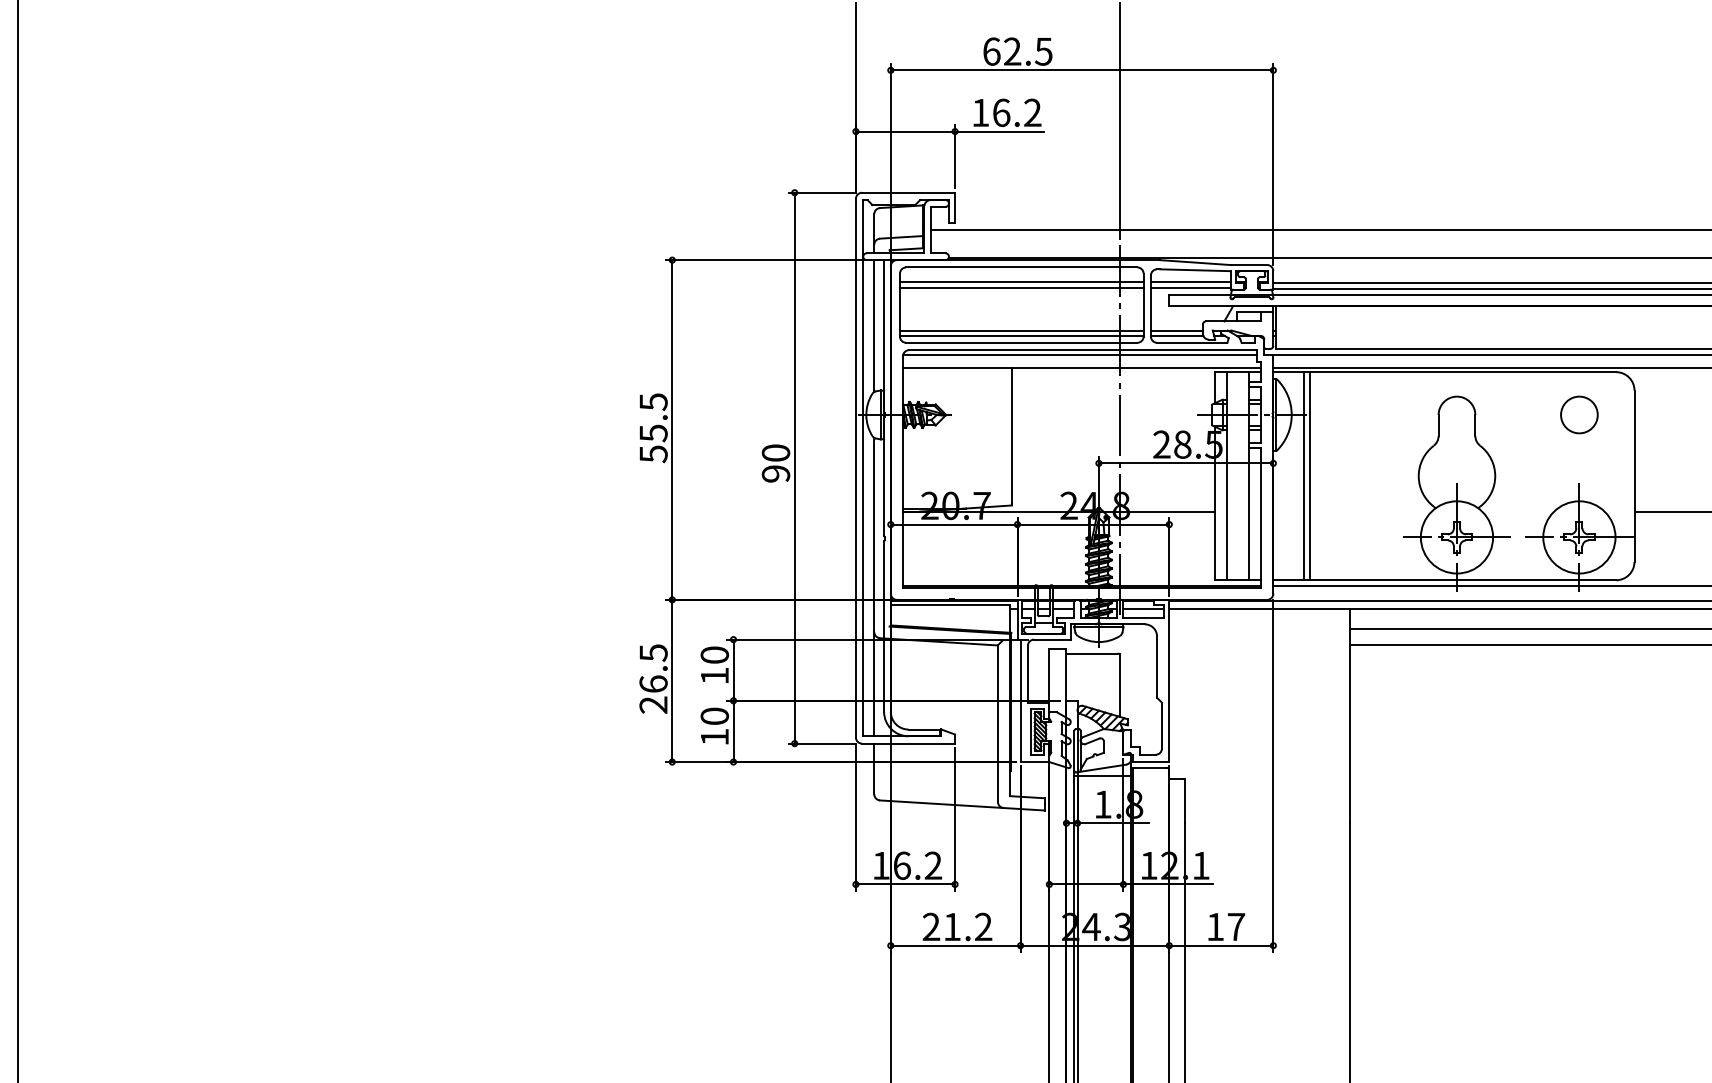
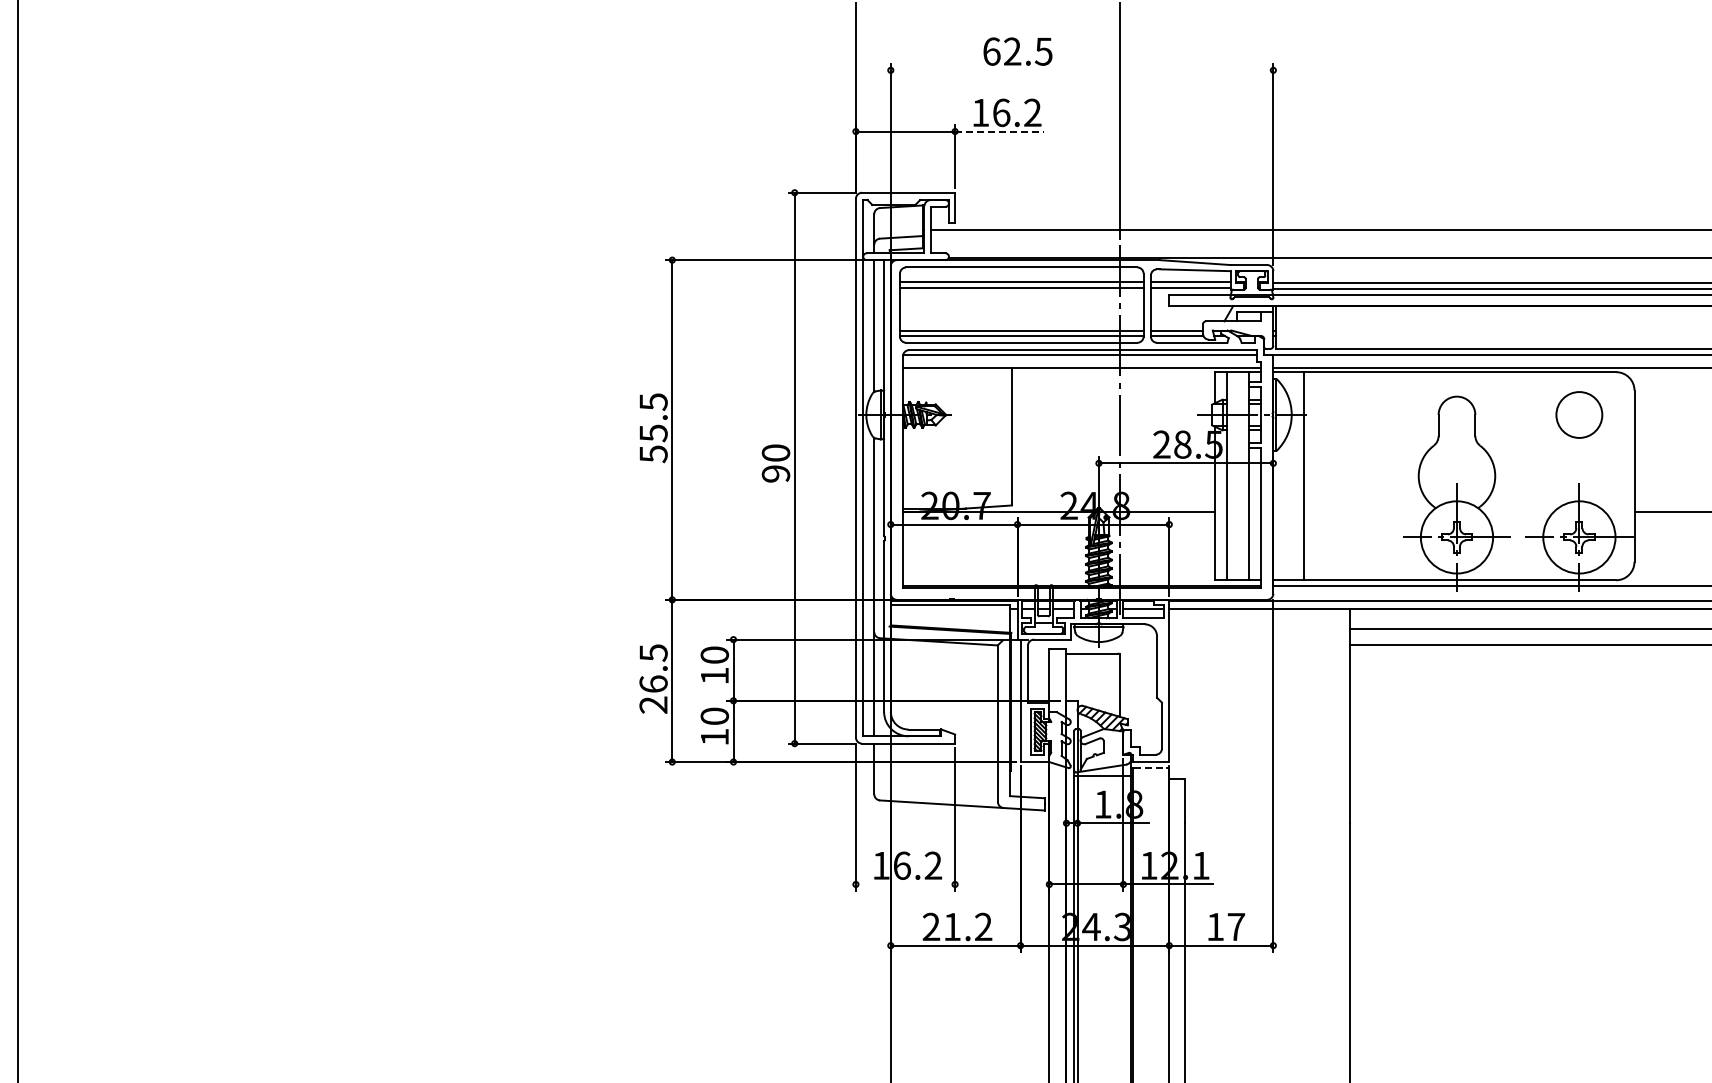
line at (1081, 70): present -> none
line at (999, 131): solid -> dashed
circle at (1579, 414) size: 39x40 px -> 49x48 px
line at (1310, 476): present -> none
line at (1150, 767): solid -> dashed
line at (905, 884): present -> none
